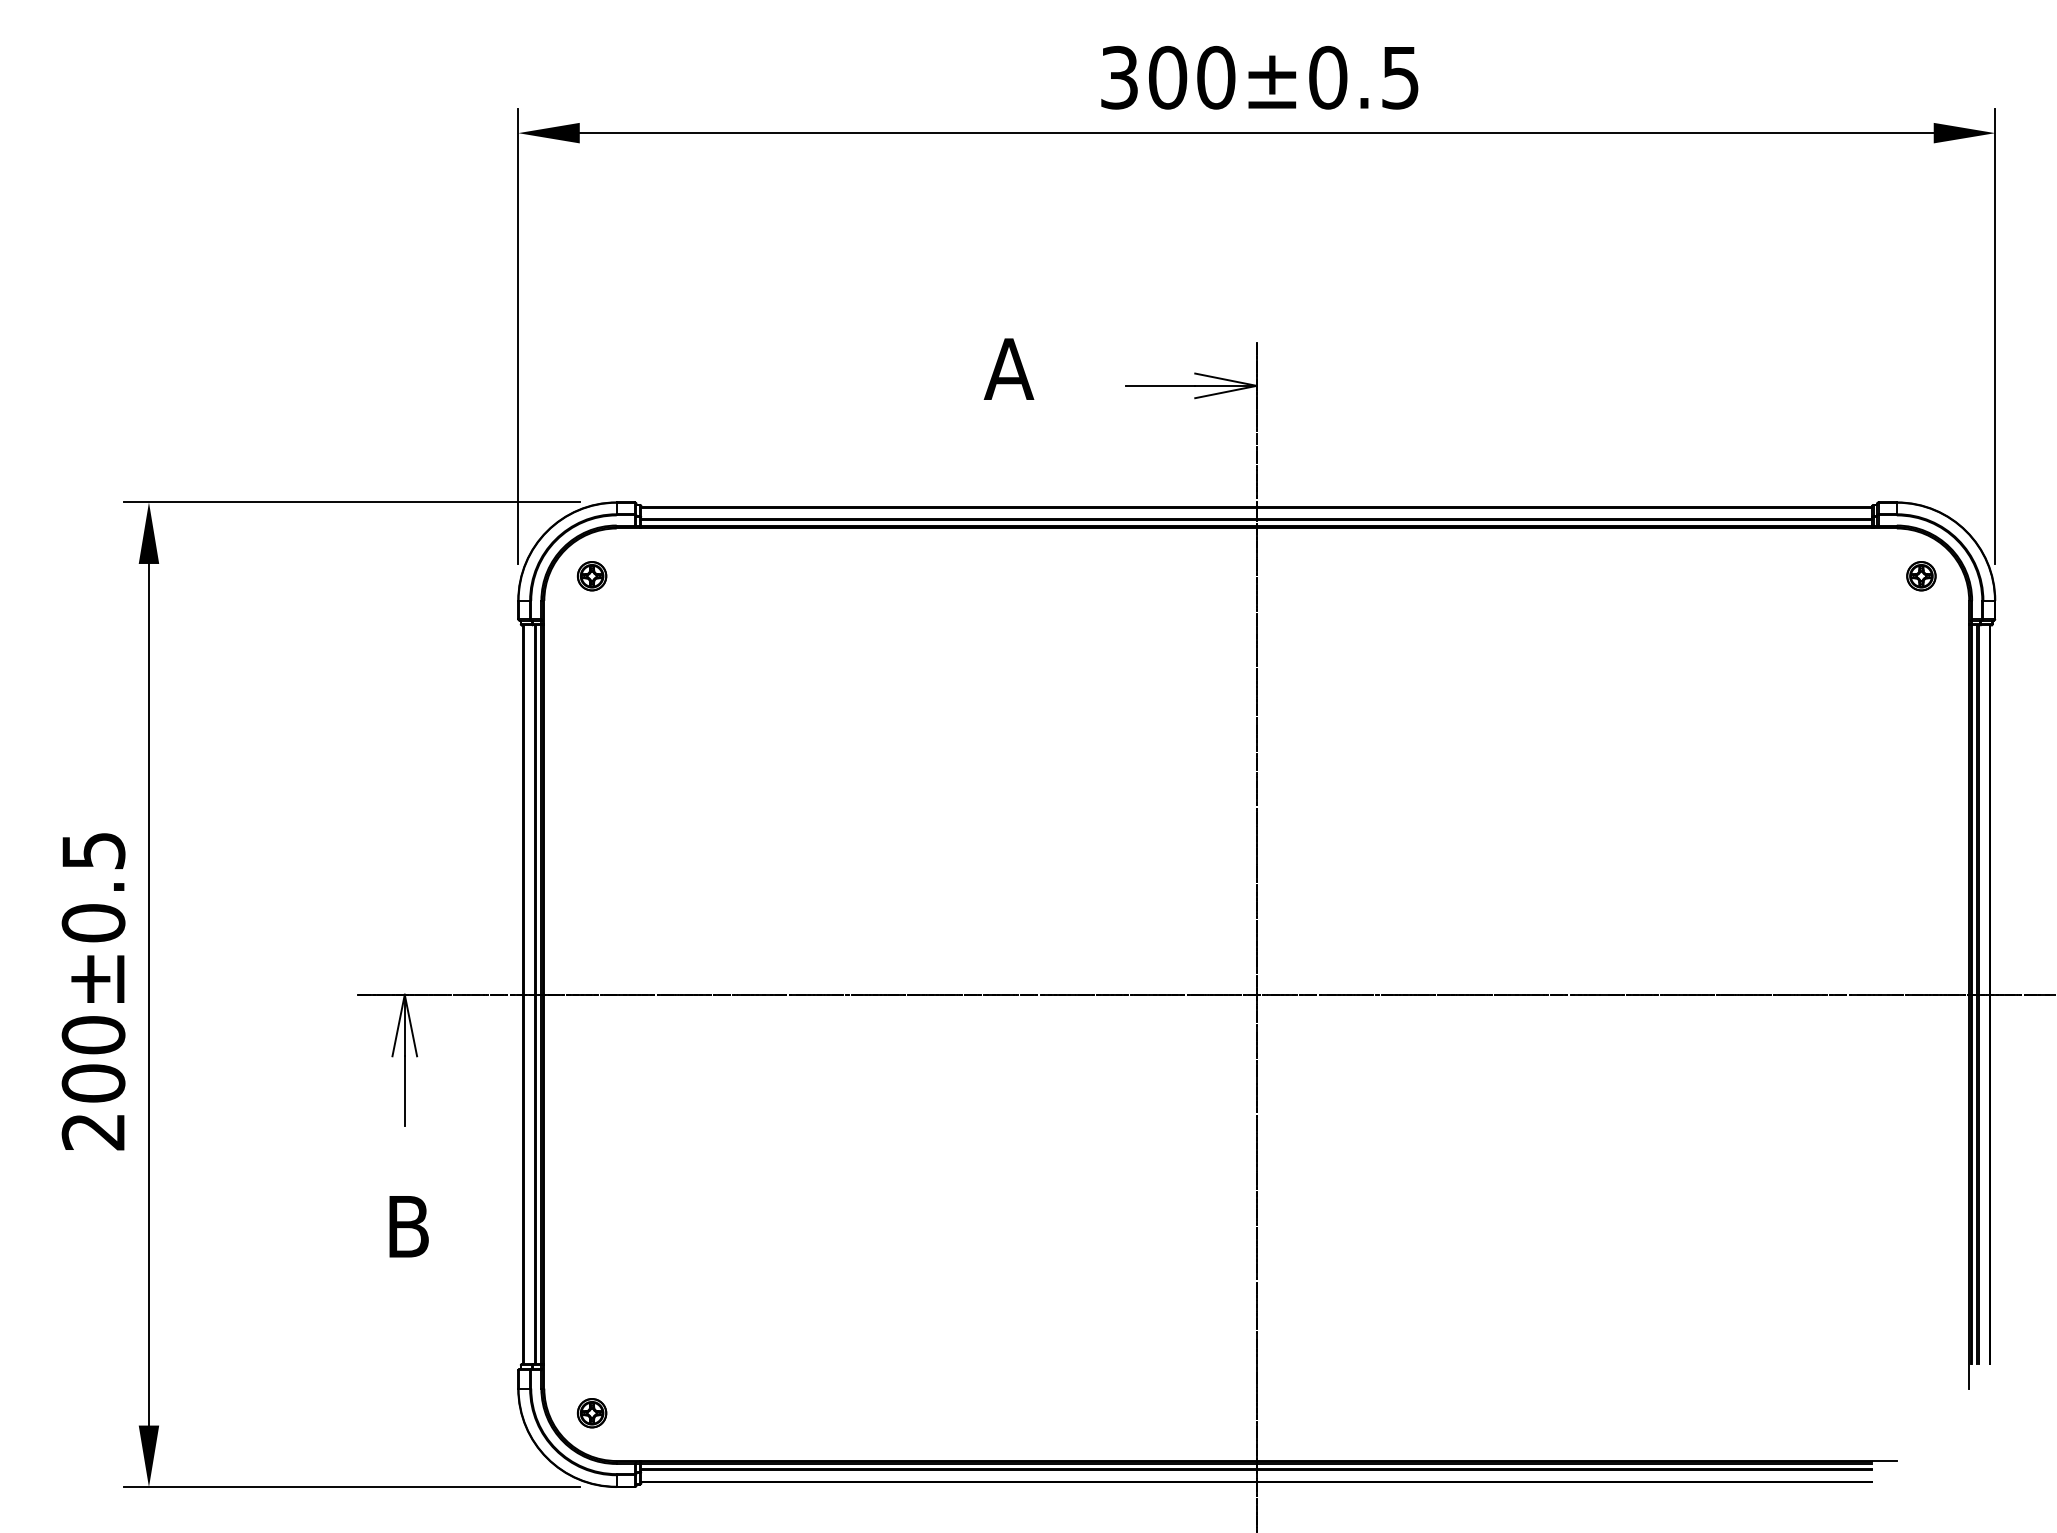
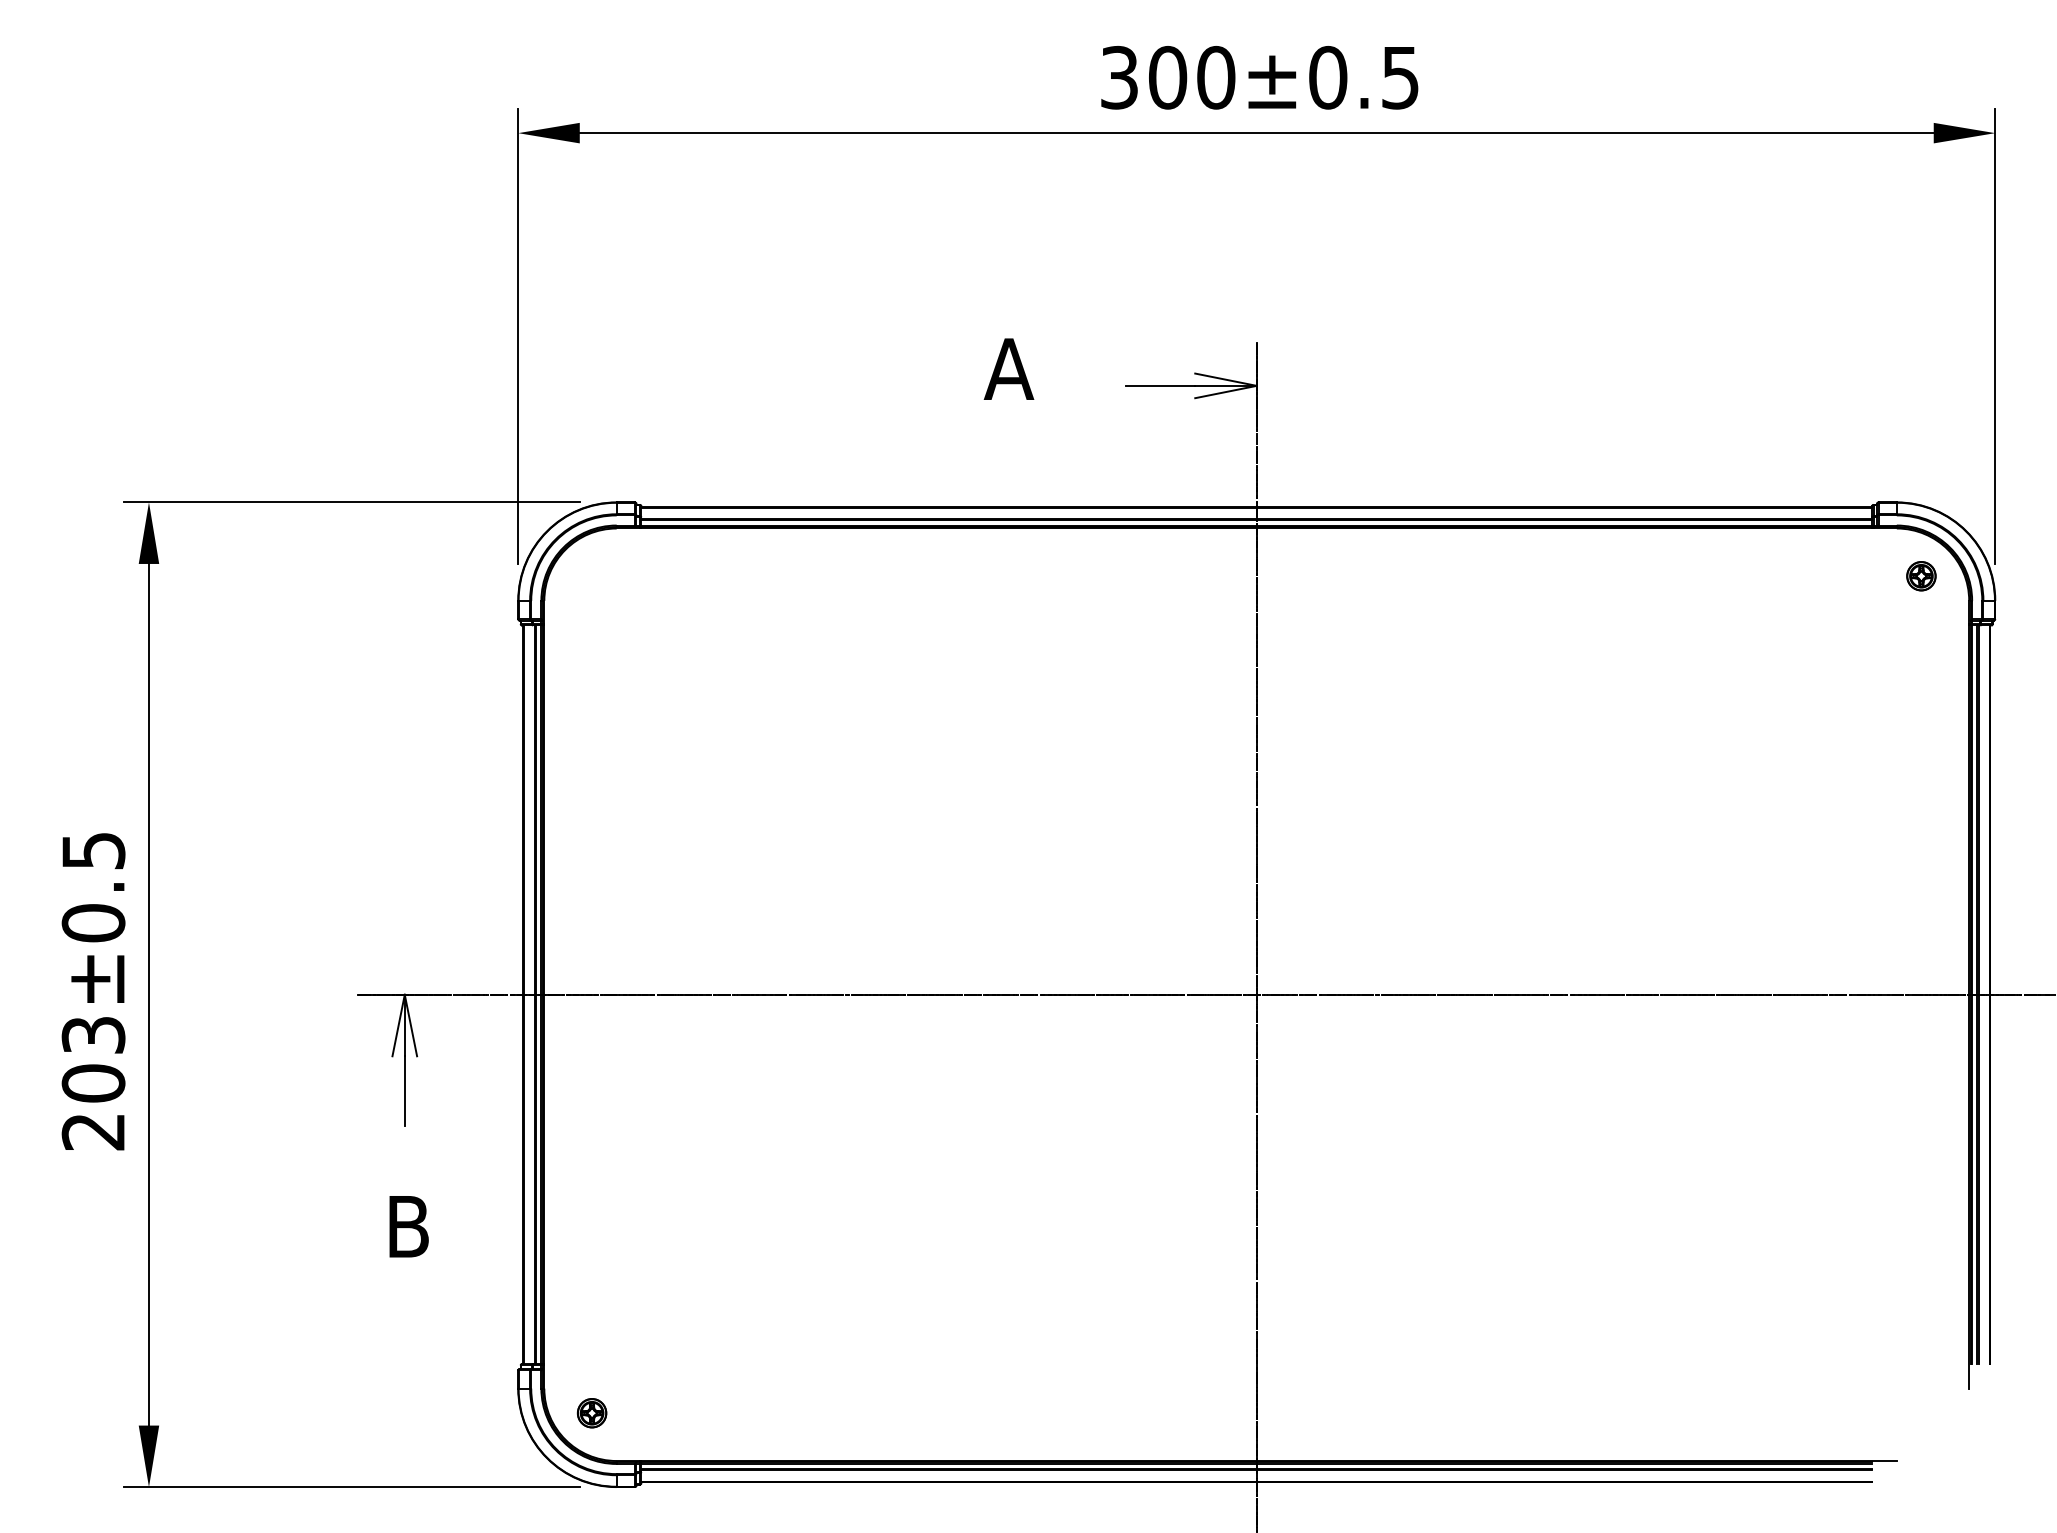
part at (591, 576): present -> none
text at (93, 1035): 200±0.5 -> 203±0.5
